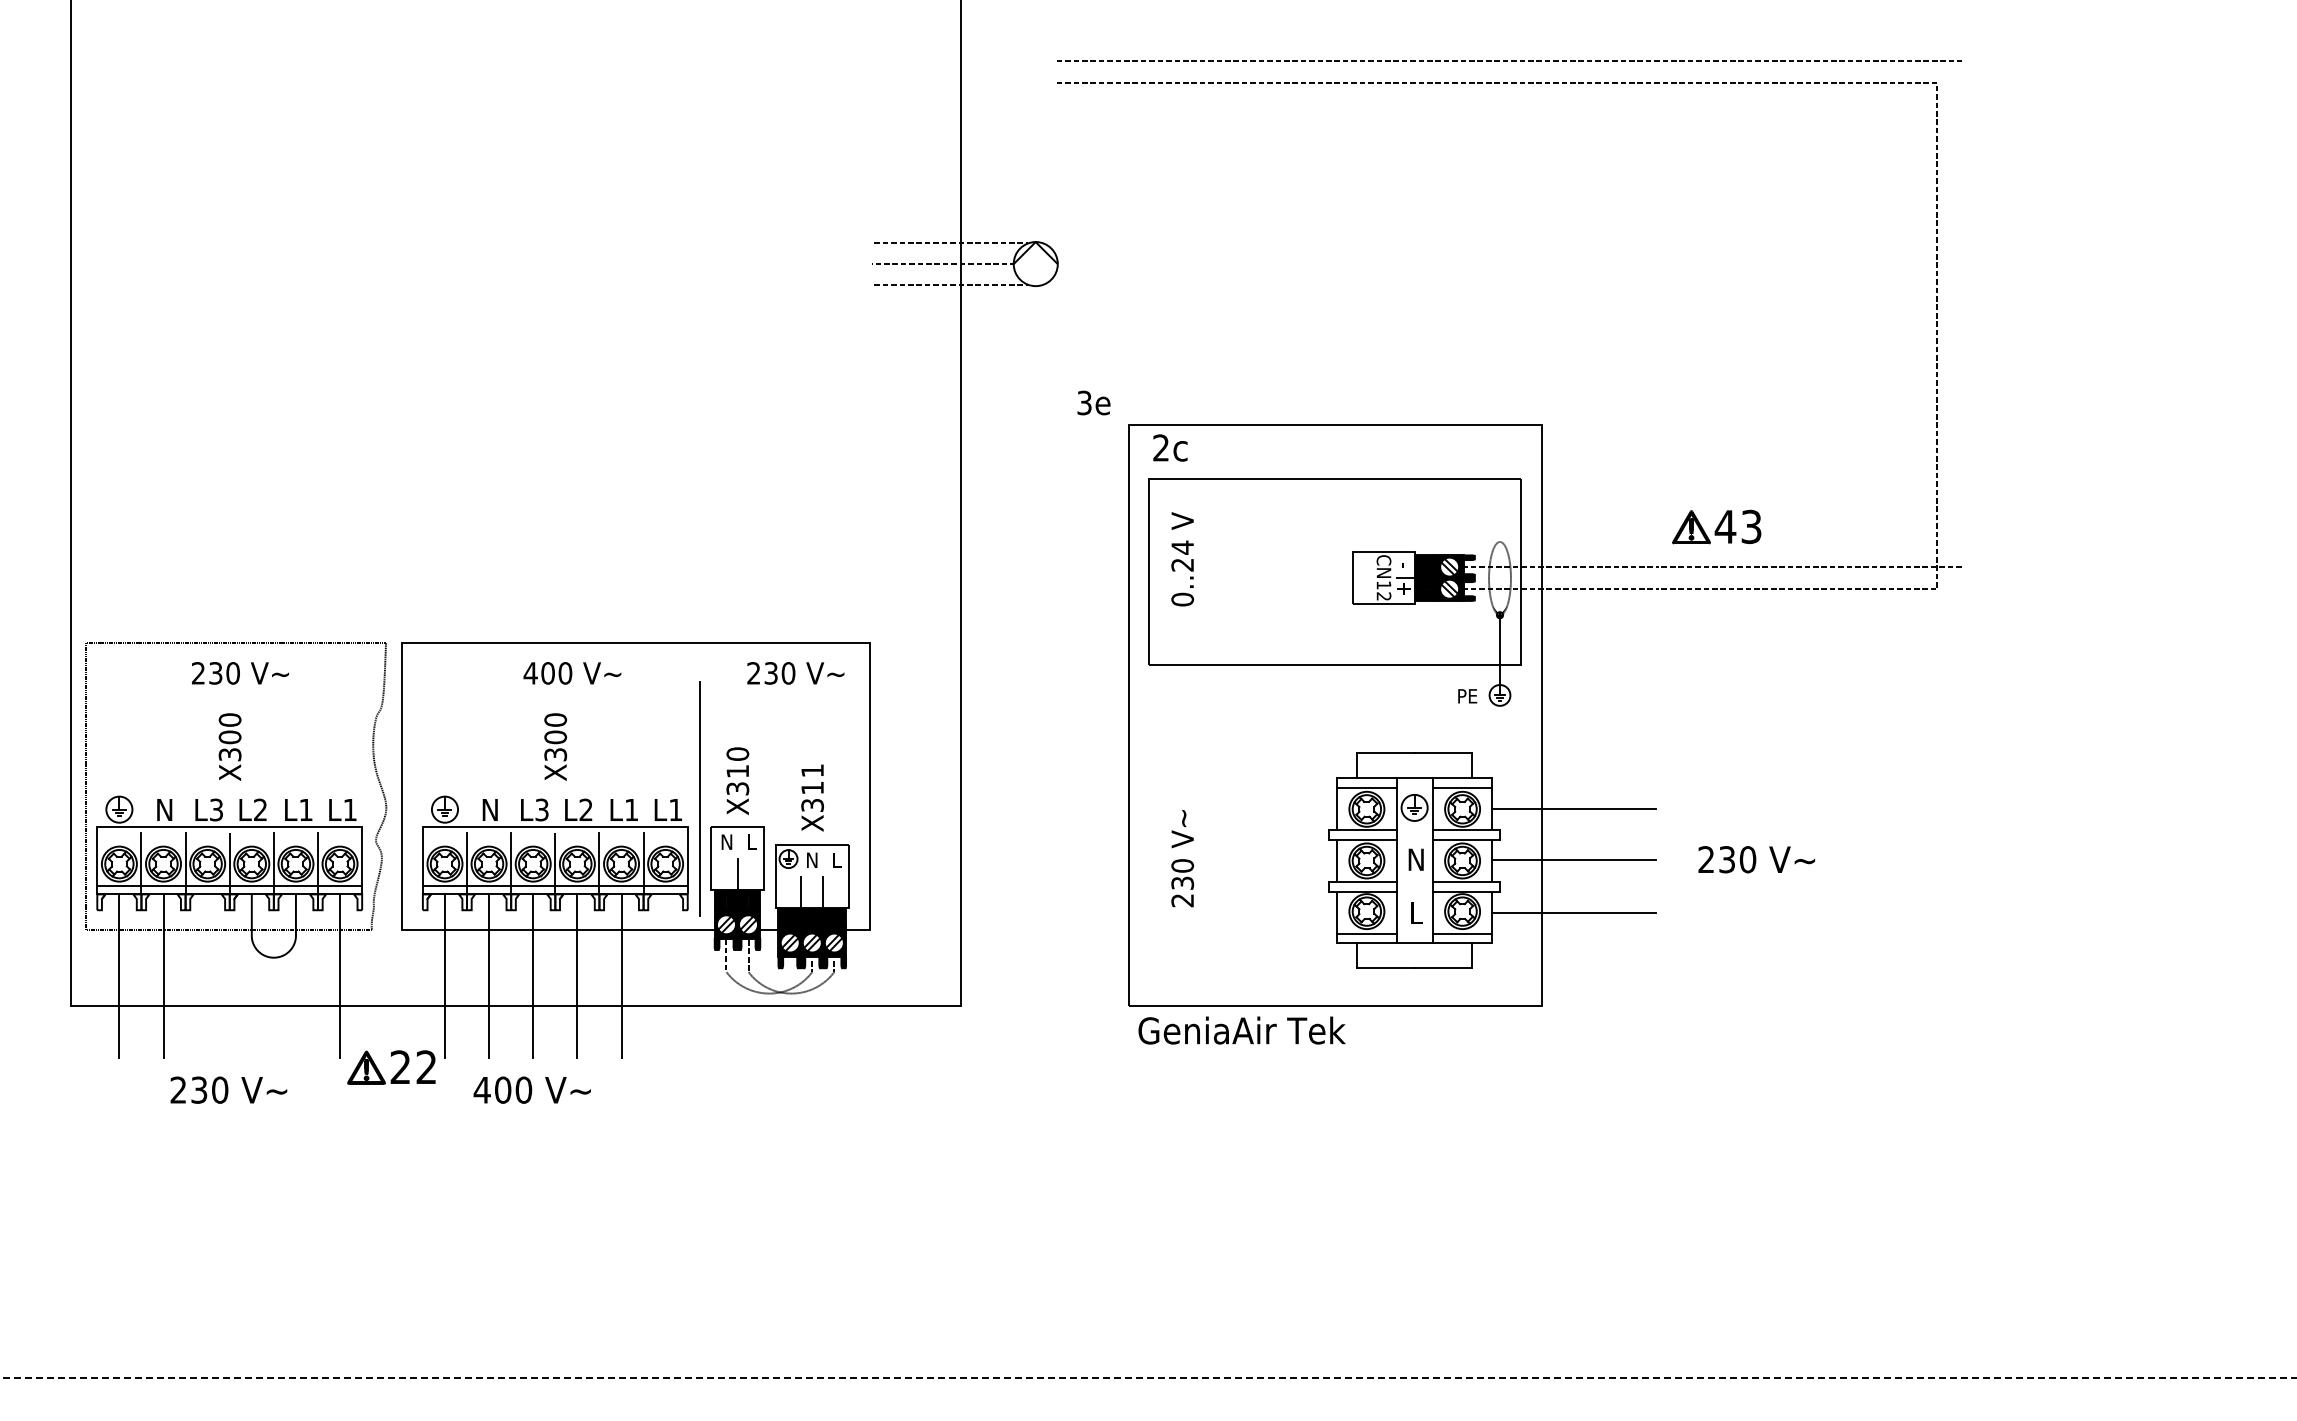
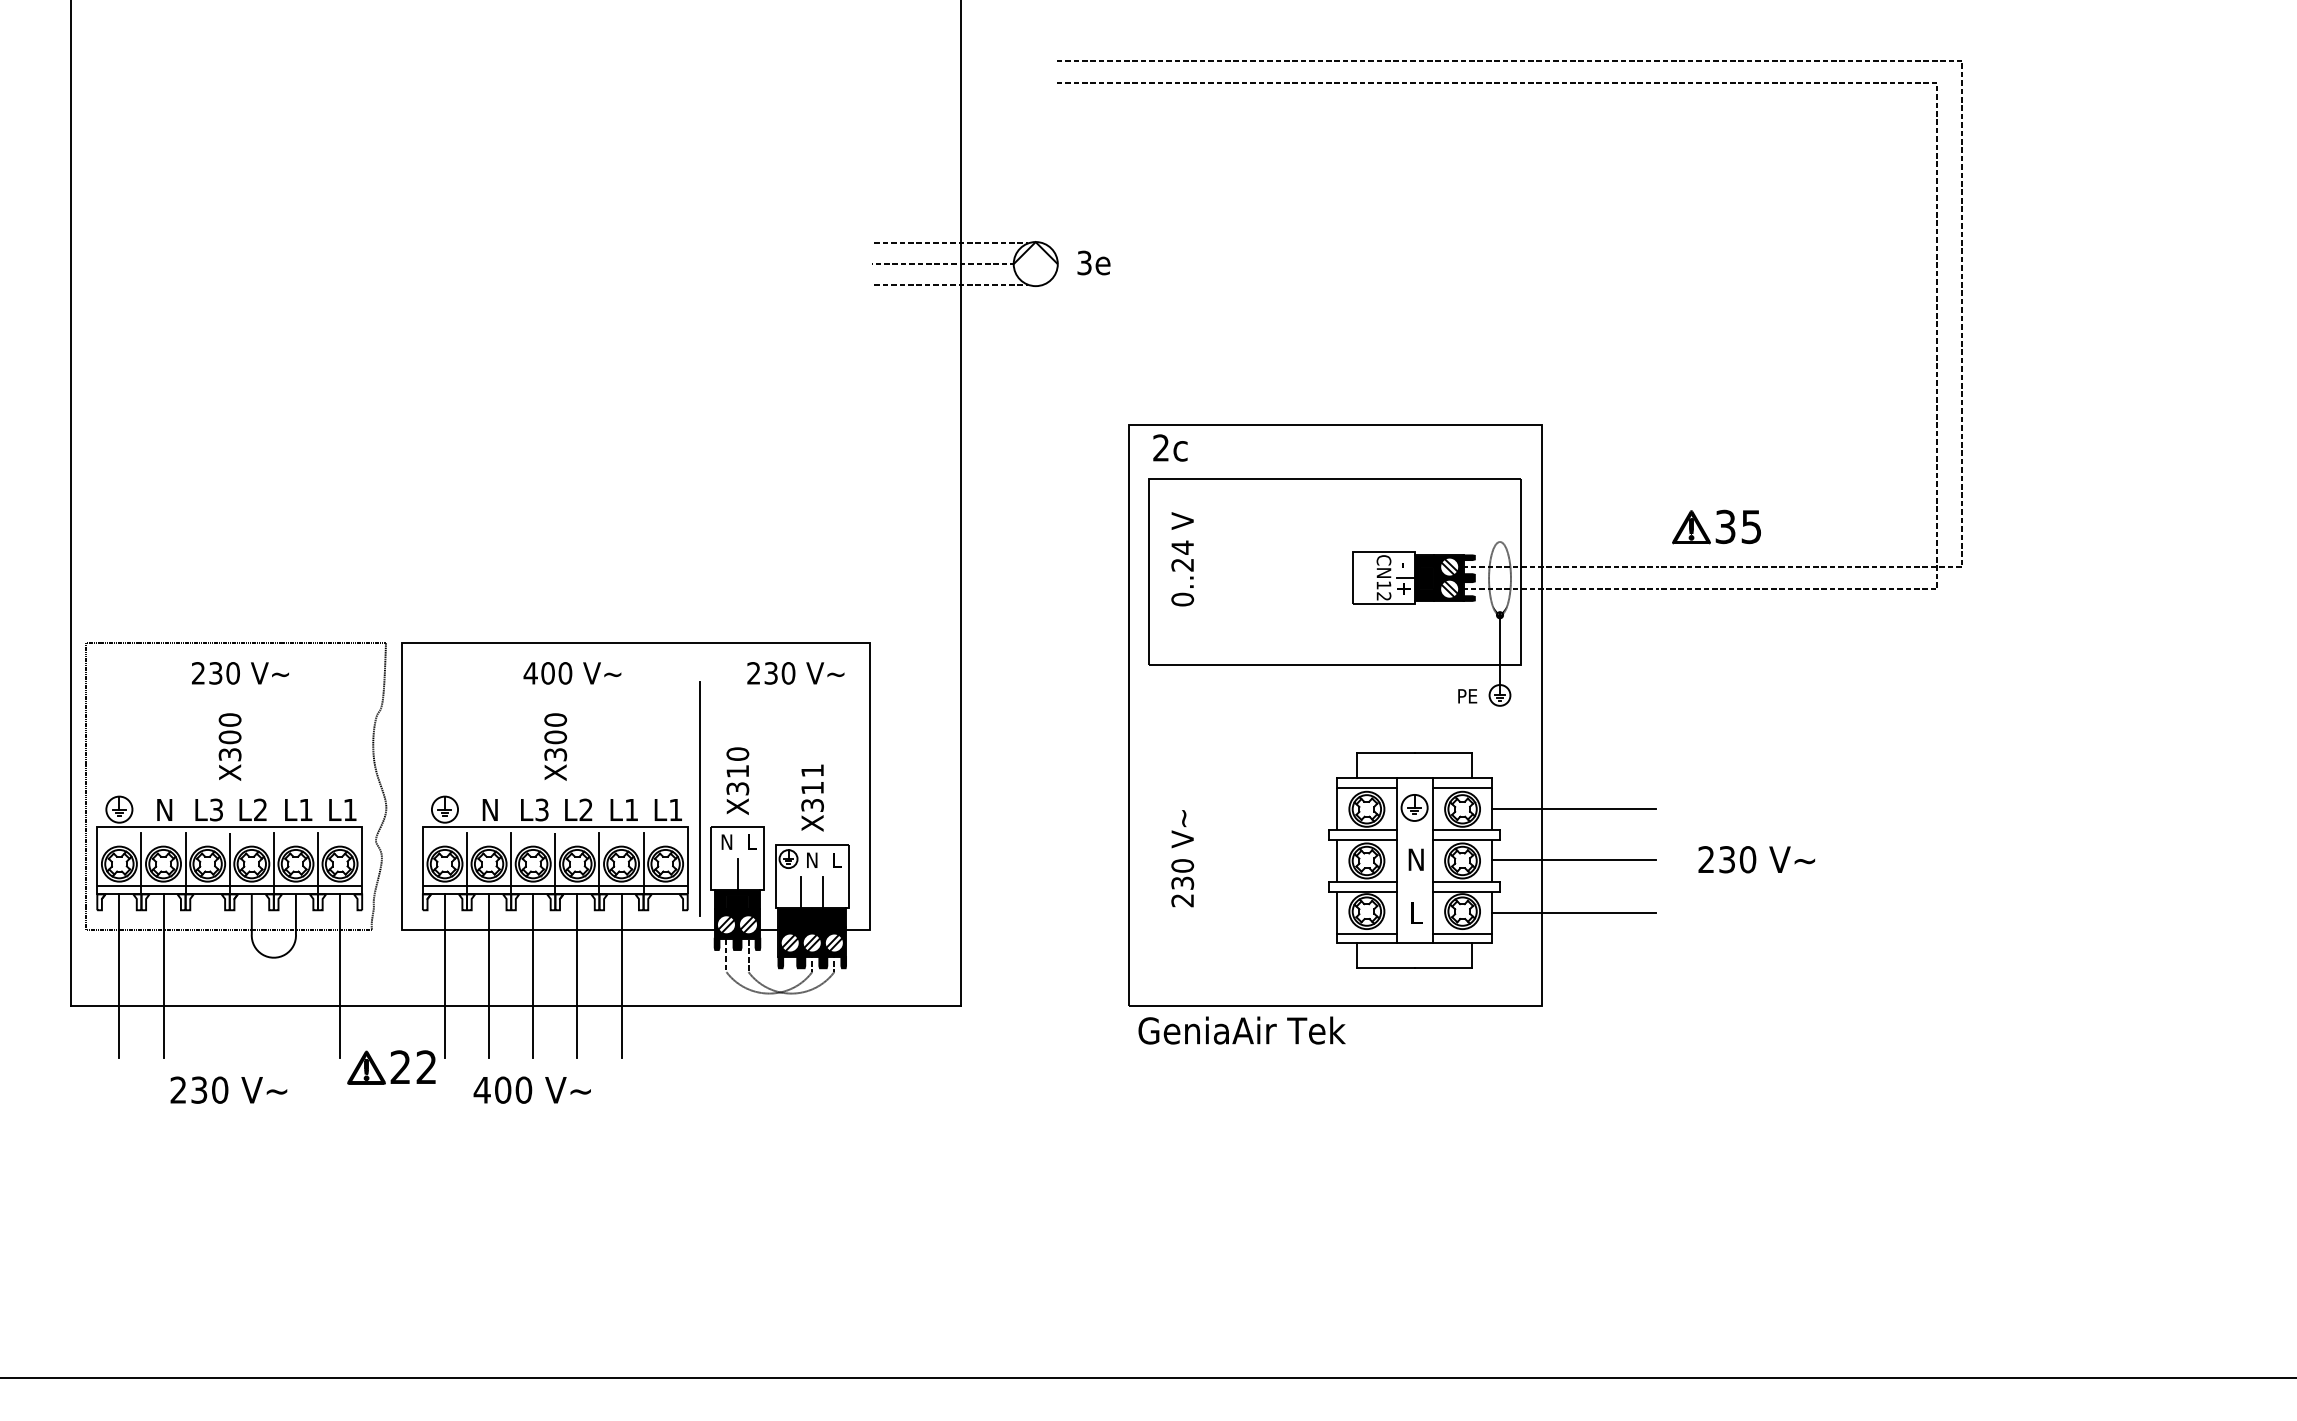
line at (1962, 313): none -> present
text at (1093, 402) position: (1093, 402) -> (1093, 262)
text at (1737, 526): 43 -> 35
line at (1148, 1378): dashed -> solid
